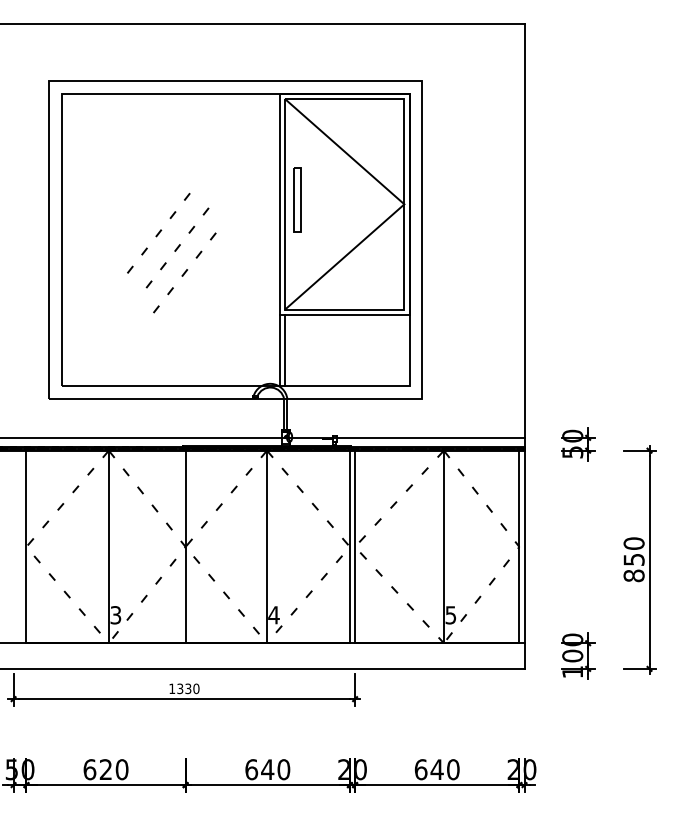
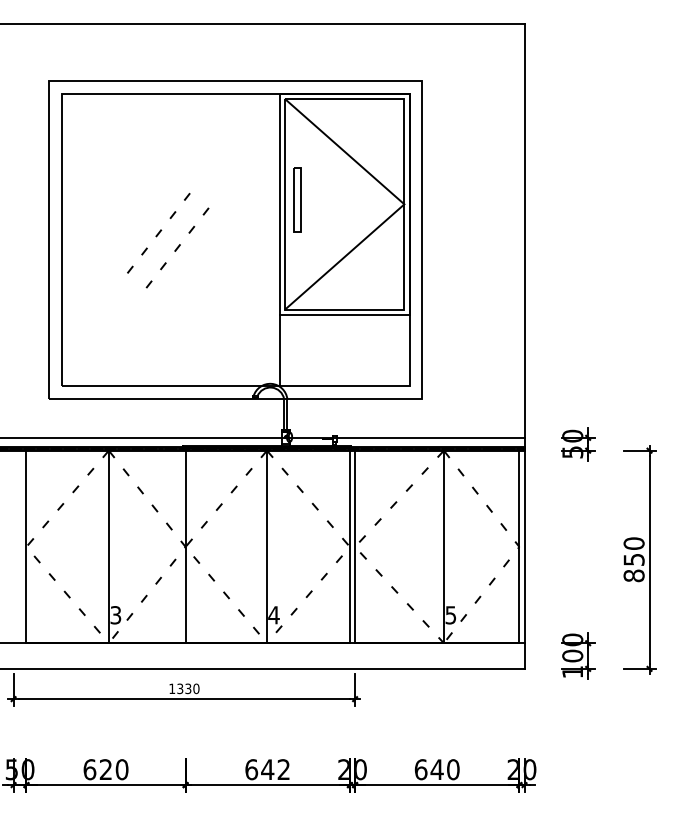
line at (184, 272): present -> none
line at (284, 350): present -> none
text at (283, 769): 640 -> 642
